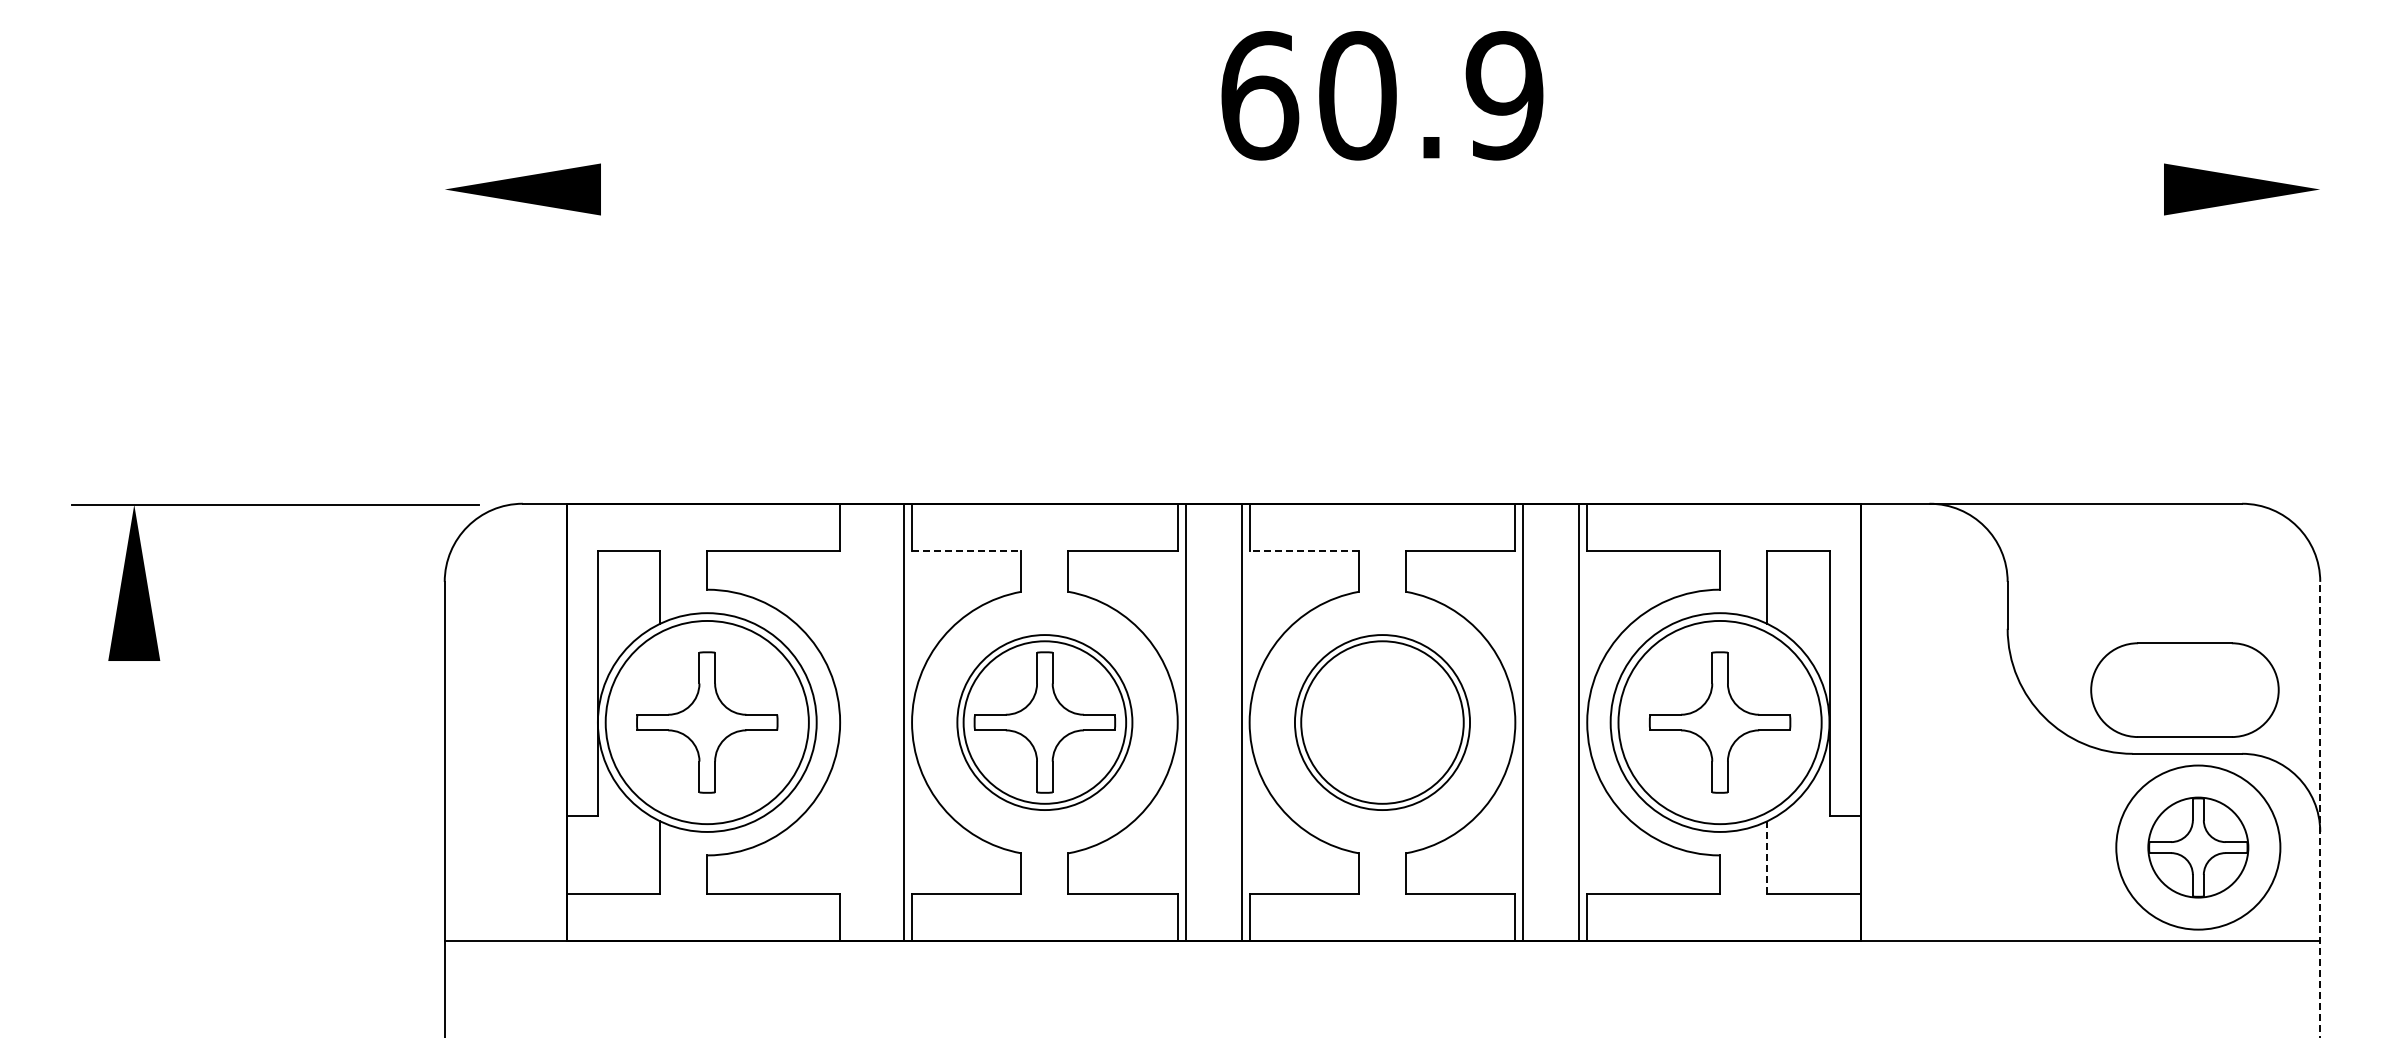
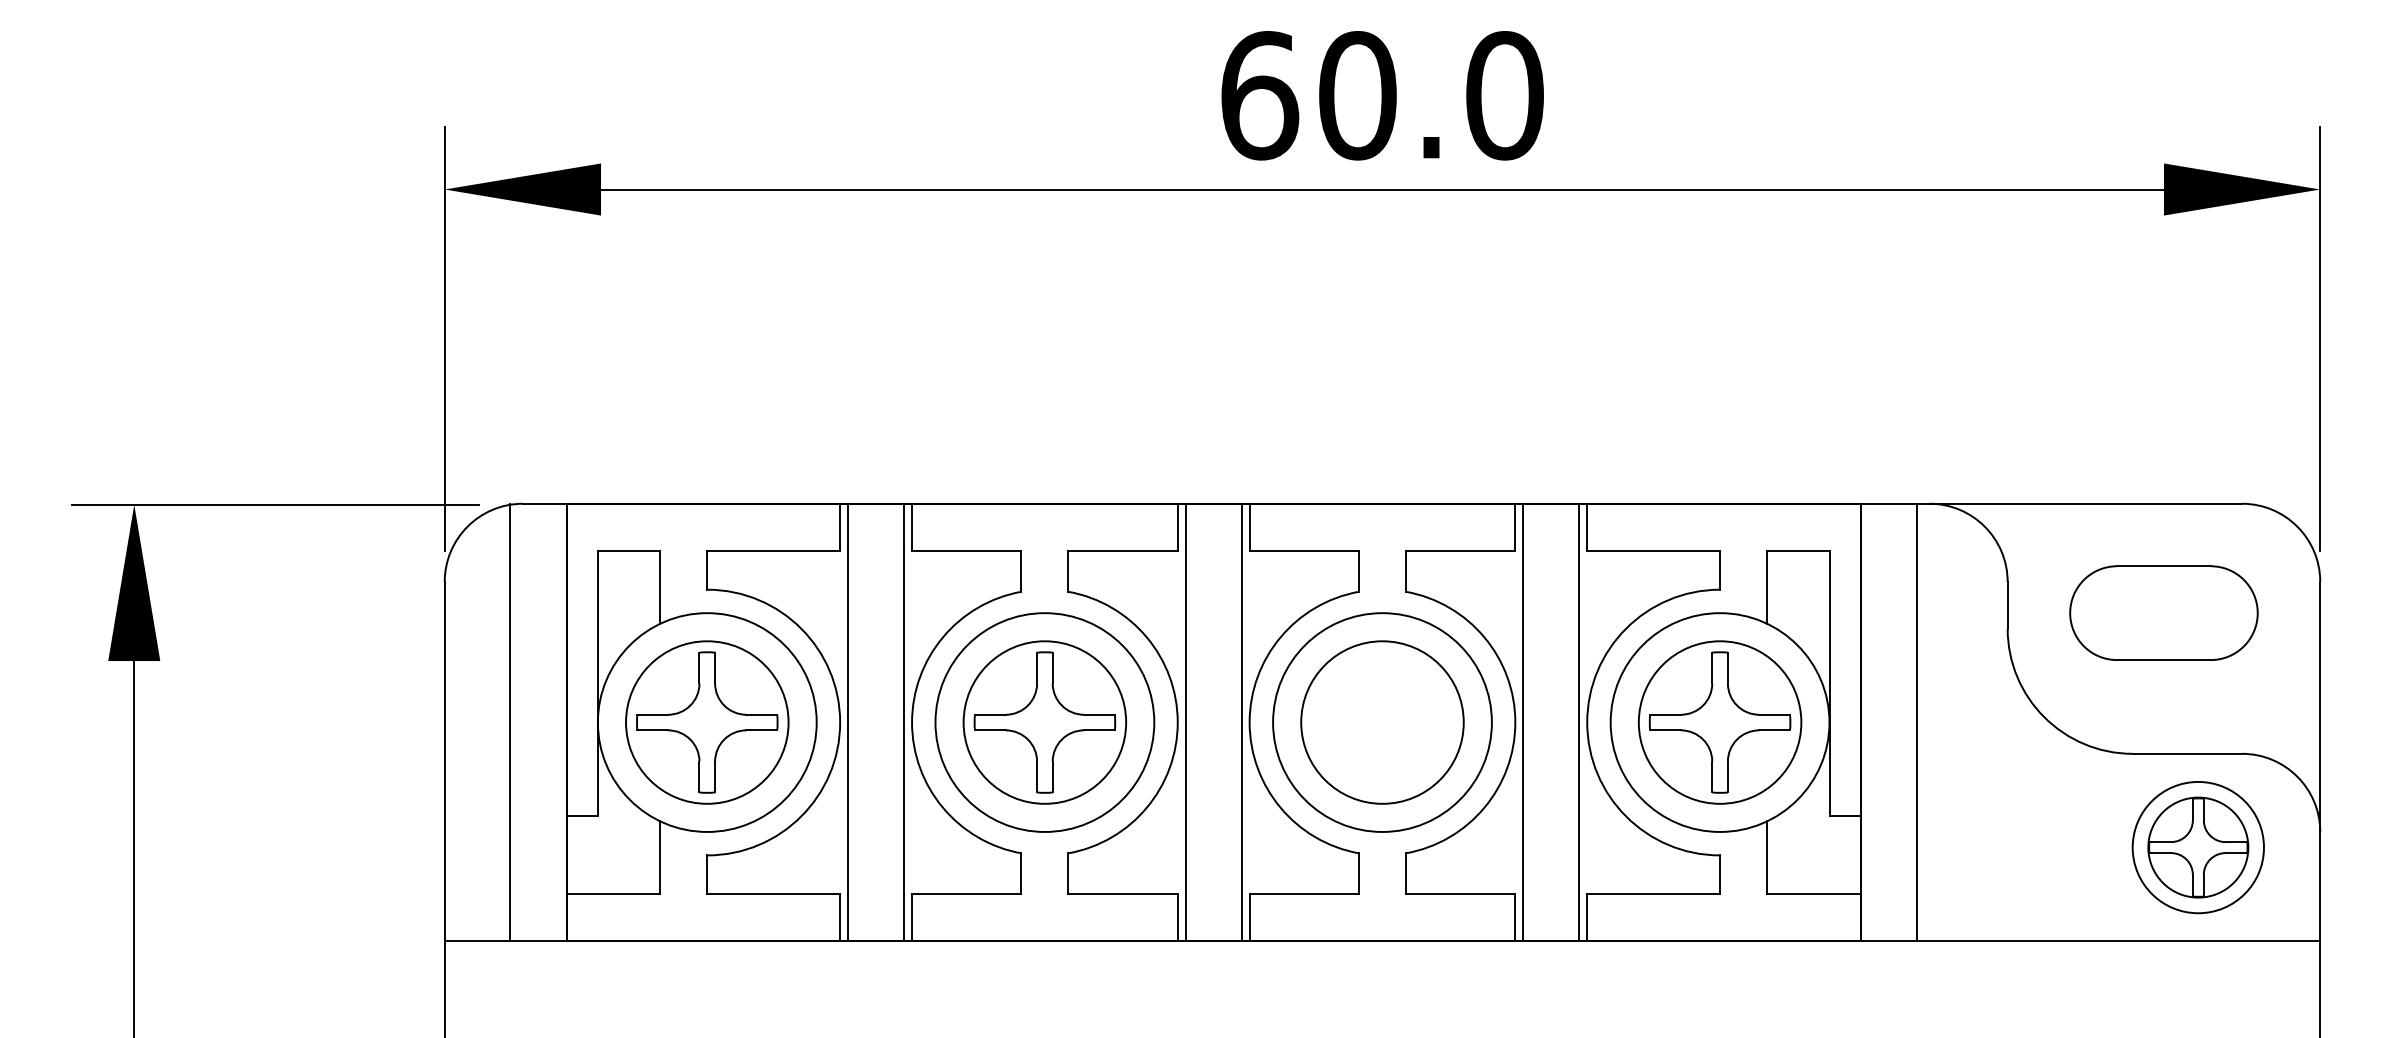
text at (1504, 95): 60.9 -> 60.0
line at (1382, 189): none -> present
line at (444, 338): none -> present
line at (2320, 338): none -> present
line at (966, 550): dashed -> solid
line at (1304, 550): dashed -> solid
part at (2184, 689) position: (2184, 689) -> (2163, 612)
line at (510, 722): none -> present
circle at (706, 722) diameter: 203 px -> 163 px
line at (847, 722): none -> present
circle at (1044, 722) diameter: 175 px -> 219 px
circle at (1382, 722) diameter: 175 px -> 219 px
circle at (1719, 722) diameter: 203 px -> 163 px
line at (1917, 722): none -> present
line at (2320, 809): dashed -> solid
line at (134, 847): none -> present
circle at (2198, 847) diameter: 164 px -> 131 px
line at (1766, 857): dashed -> solid
